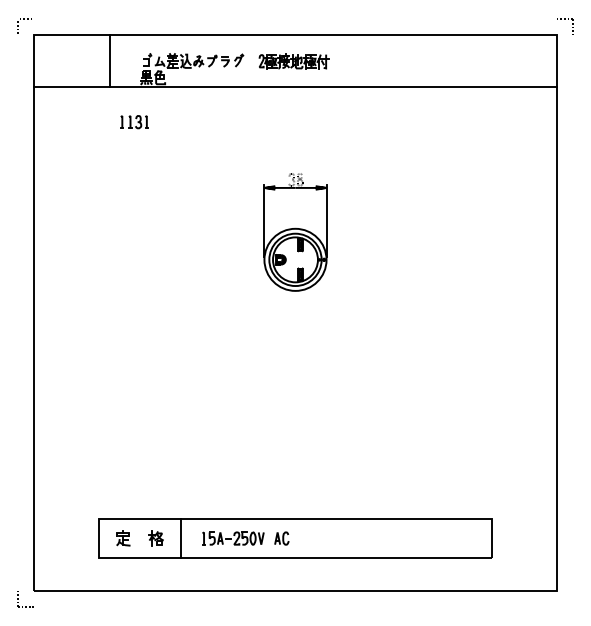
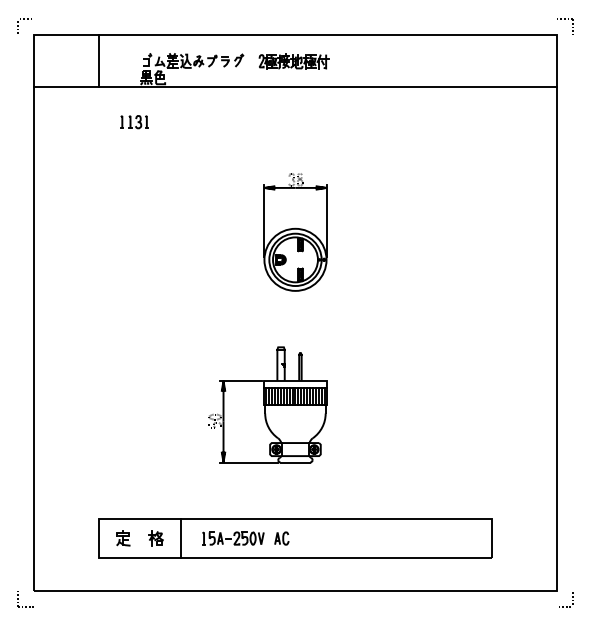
line at (110, 61) position: (110, 61) -> (99, 61)
part at (267, 404): none -> present
line at (572, 600): none -> present
